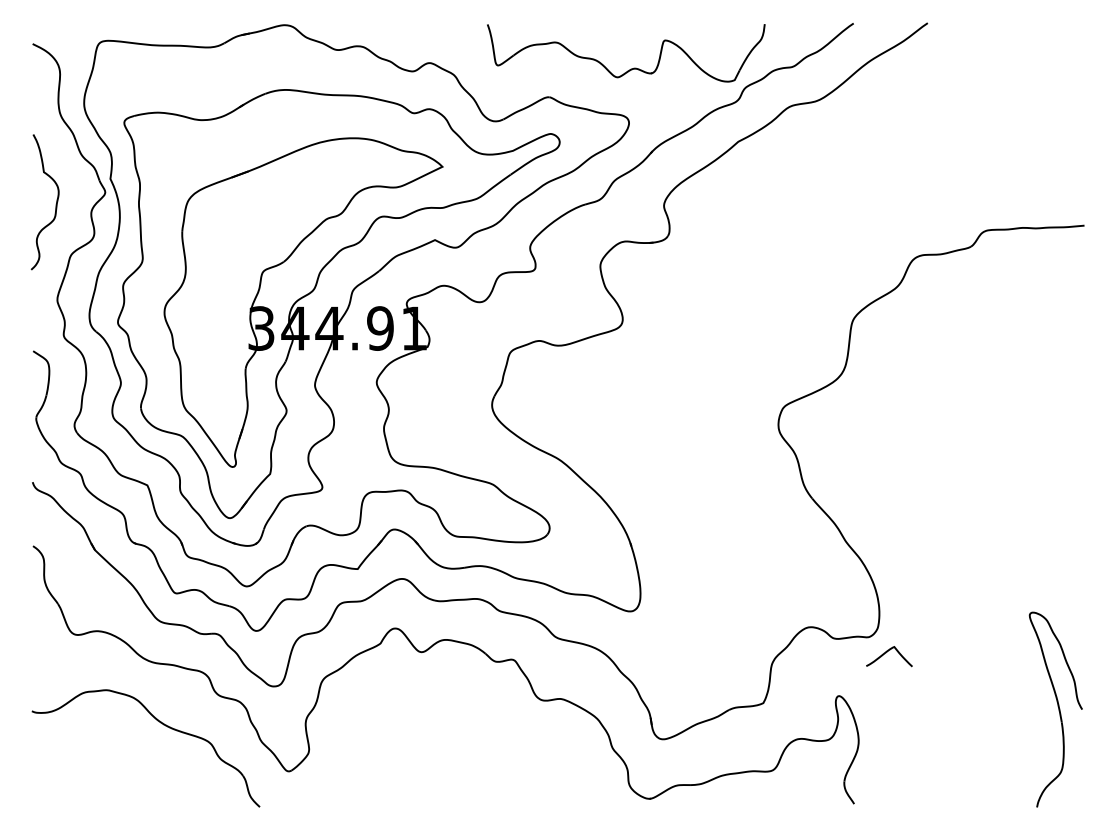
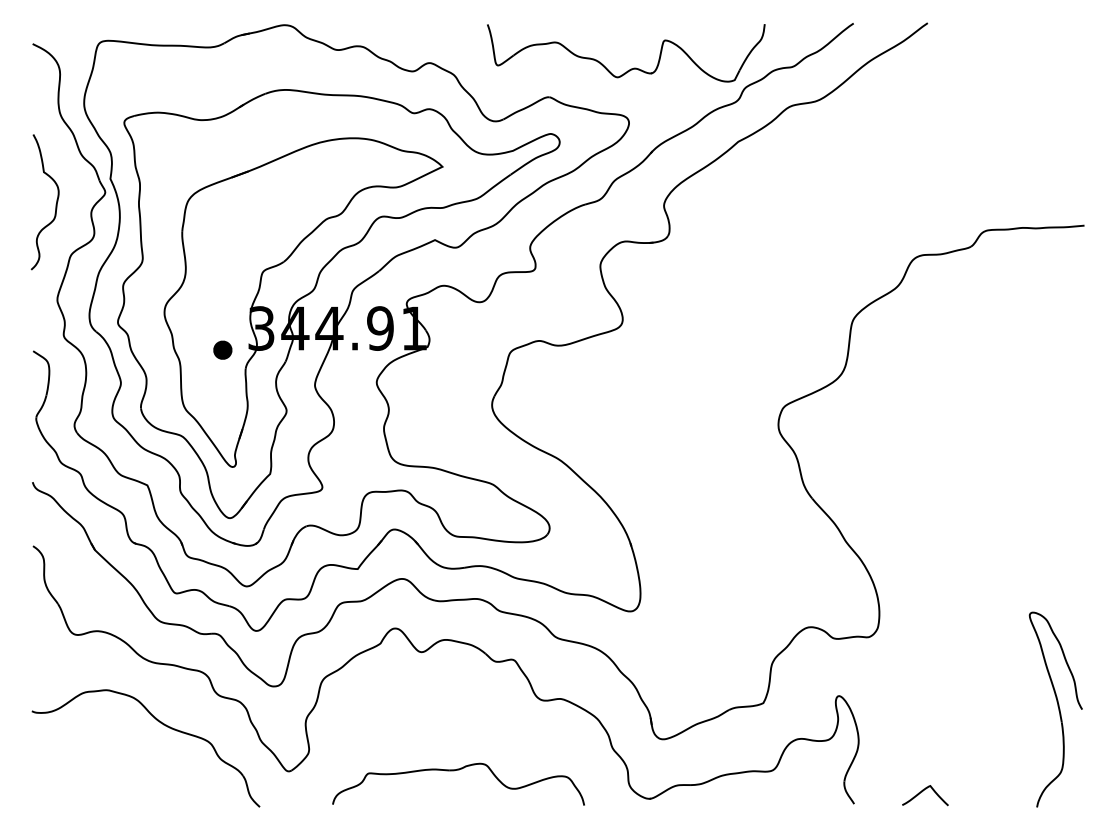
part at (222, 349): none -> present
curve at (886, 653) position: (886, 653) -> (922, 792)
part at (454, 771): none -> present
